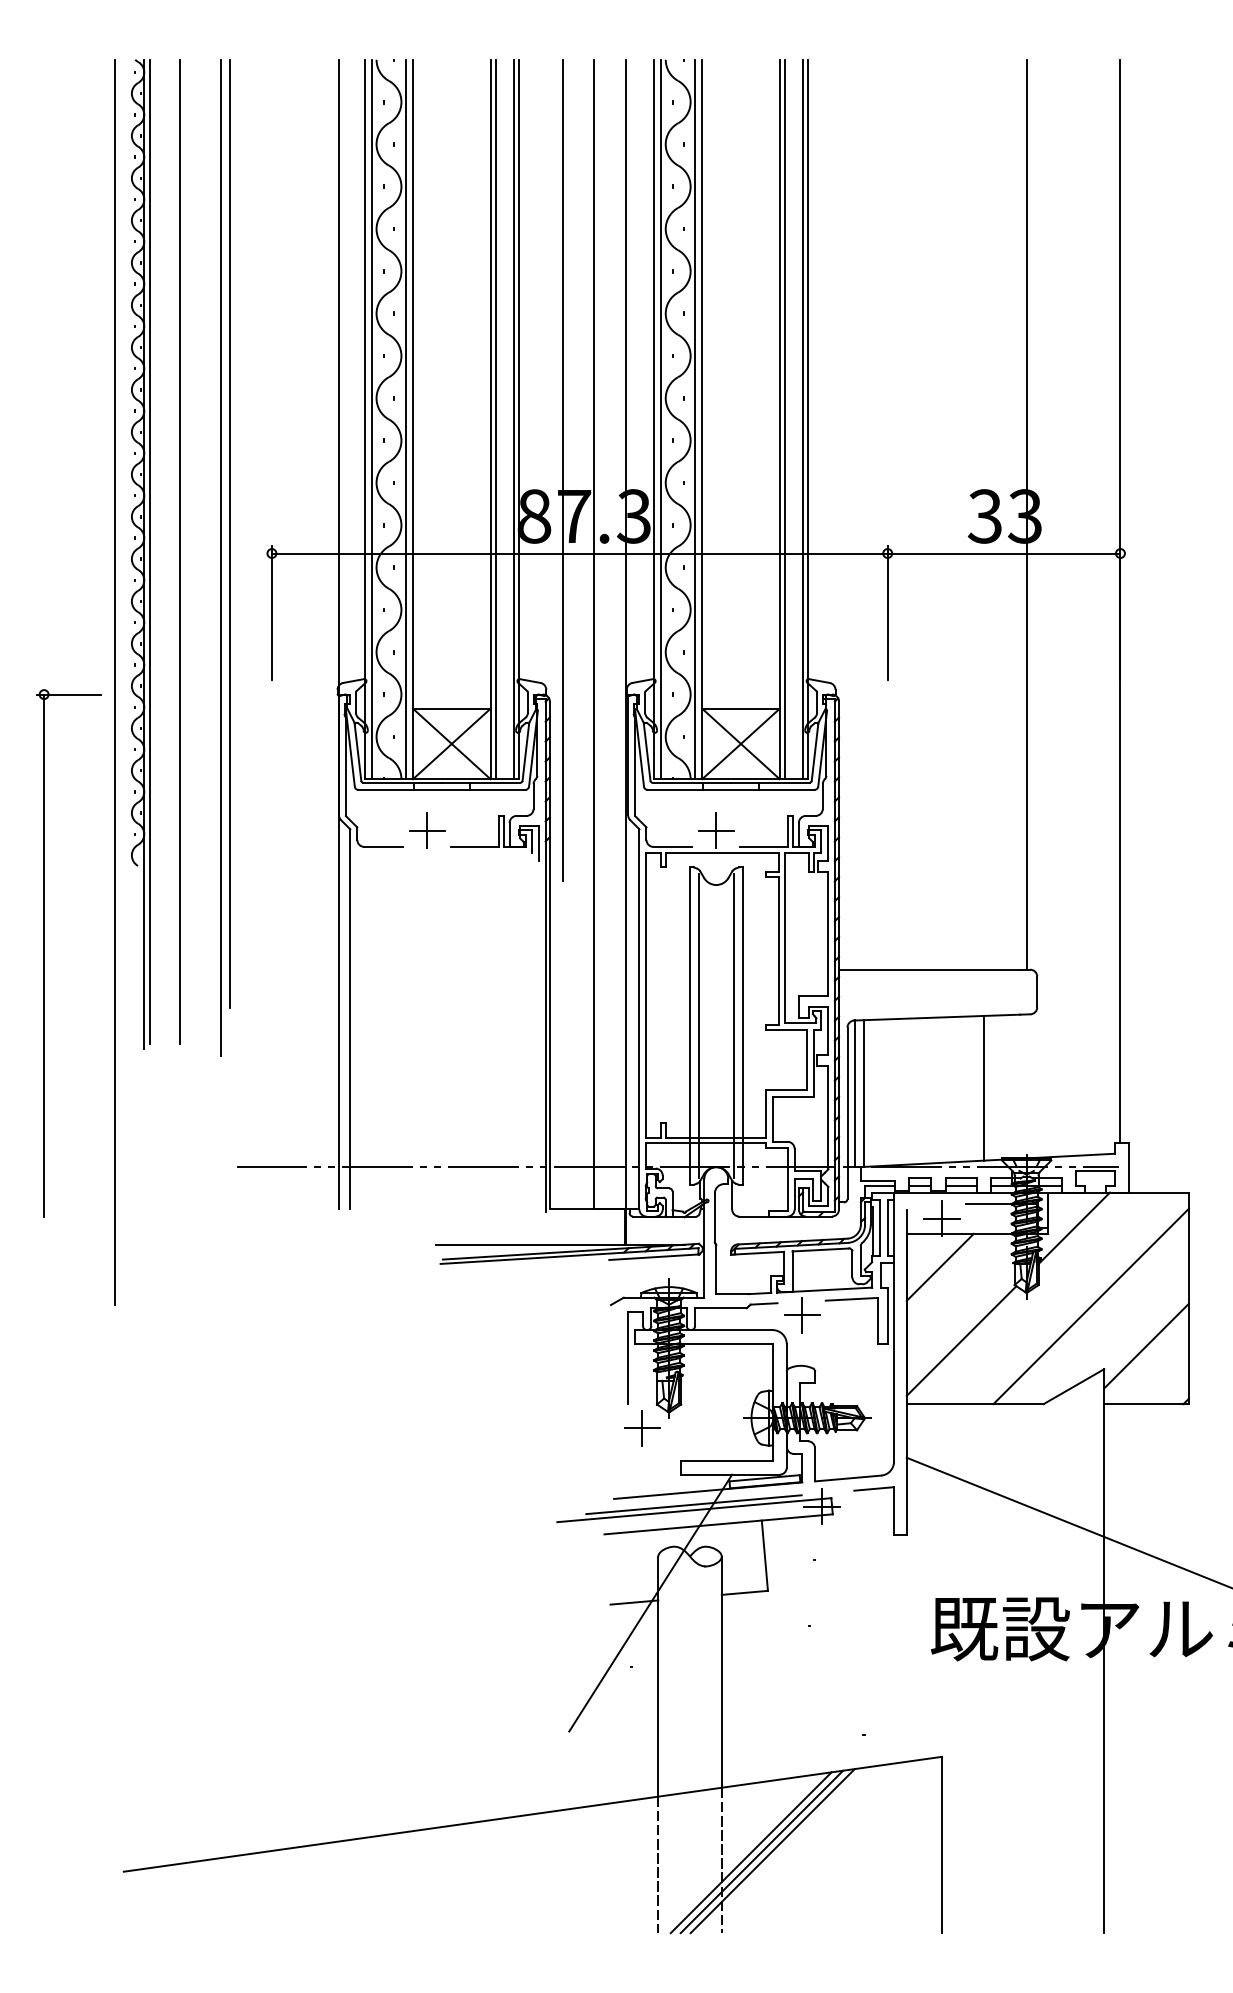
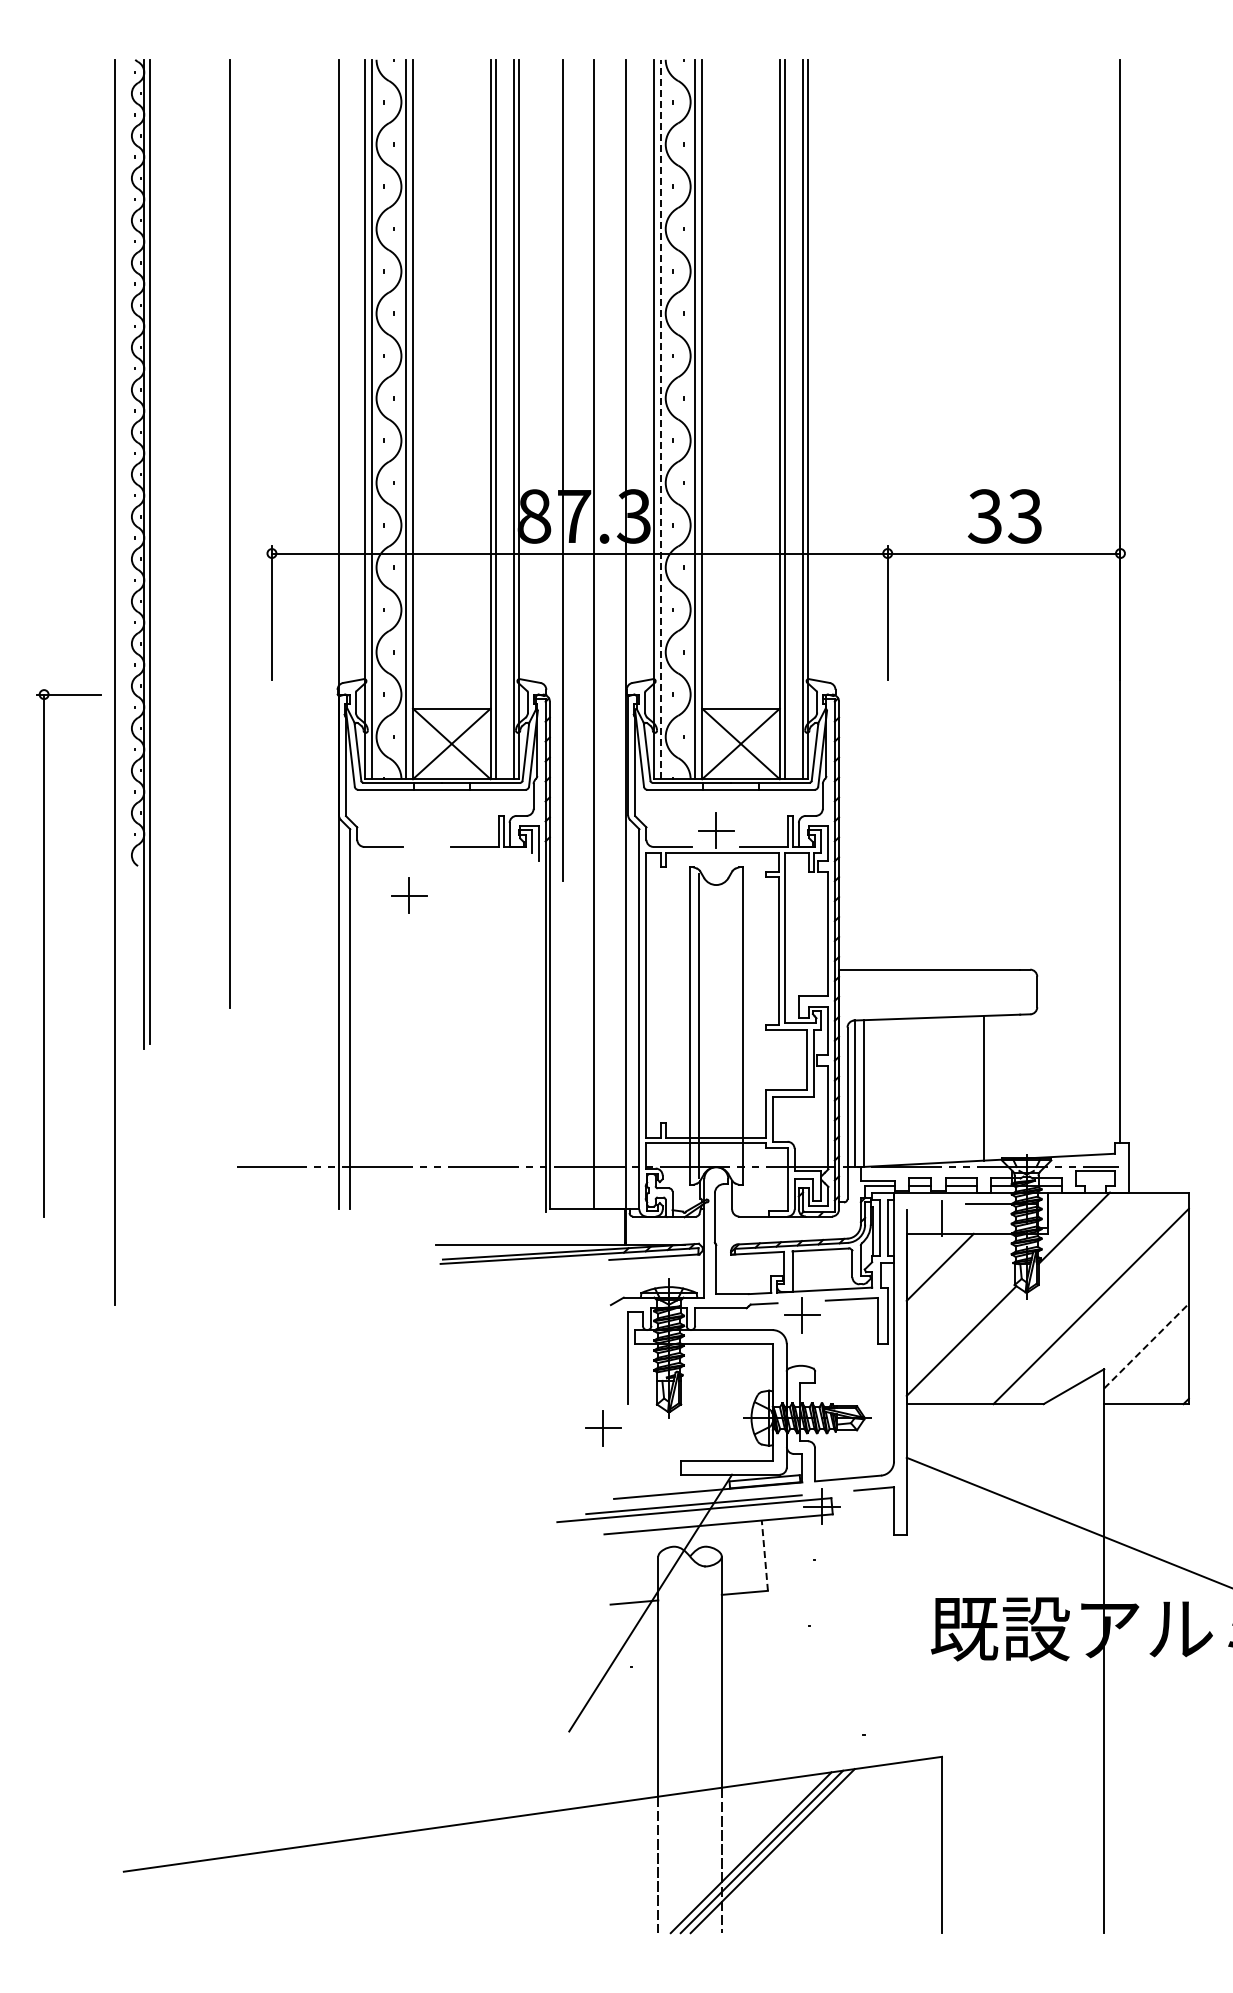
line at (661, 419): solid -> dashed
line at (1026, 514): present -> none
line at (179, 551): present -> none
line at (221, 557): present -> none
part at (427, 830) position: (427, 830) -> (409, 895)
line at (733, 1025): present -> none
line at (941, 1218): present -> none
line at (1146, 1346): solid -> dashed
part at (642, 1428) position: (642, 1428) -> (603, 1428)
line at (764, 1555): solid -> dashed
